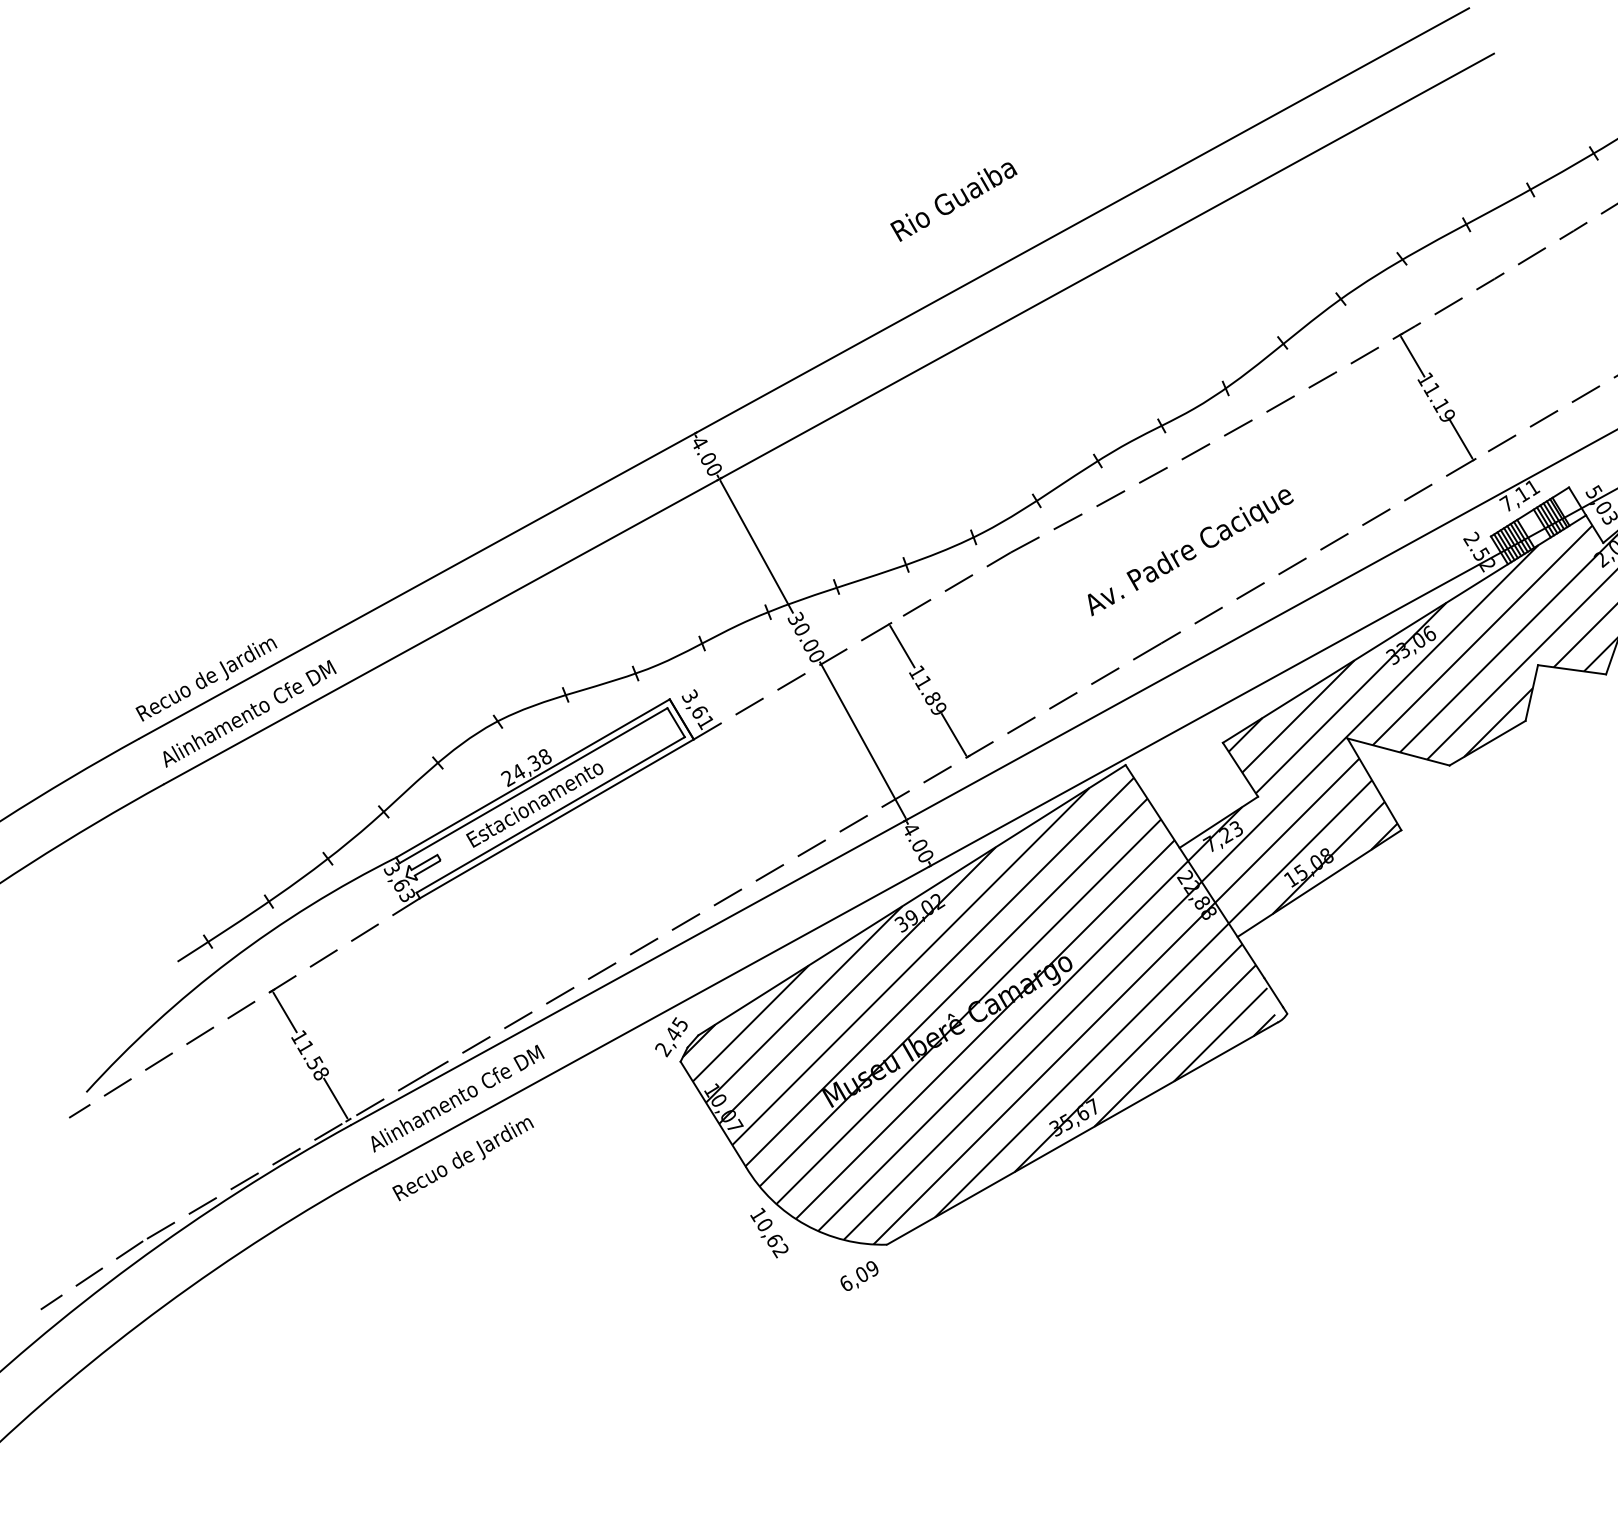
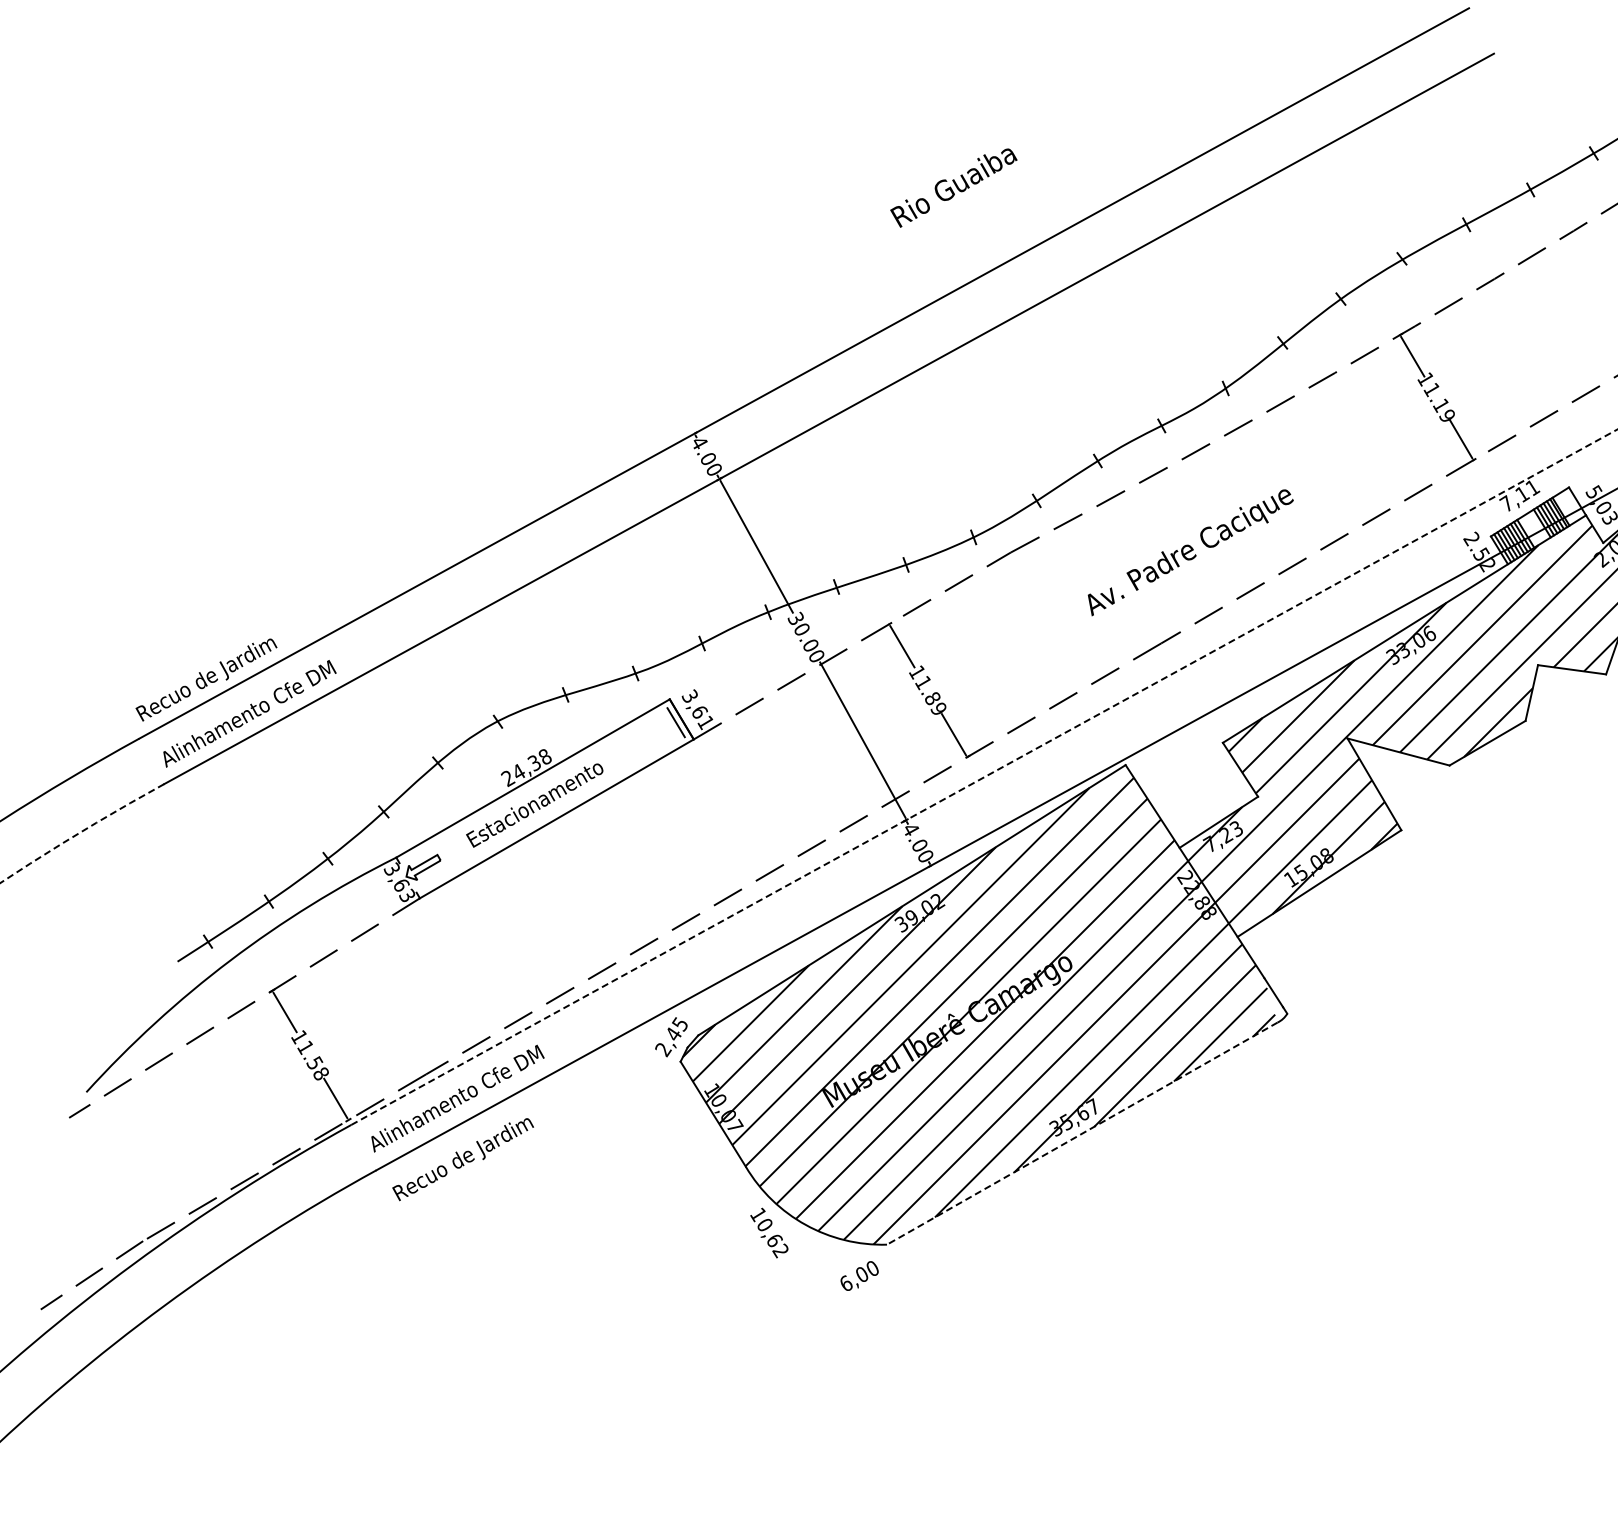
text at (953, 201) position: (953, 201) -> (953, 187)
line at (984, 777): solid -> dashed
line at (533, 785): present -> none
line at (550, 814): present -> none
arc at (81, 832): solid -> dashed
line at (1082, 1133): solid -> dashed
text at (872, 1268): 6,09 -> 6,00
